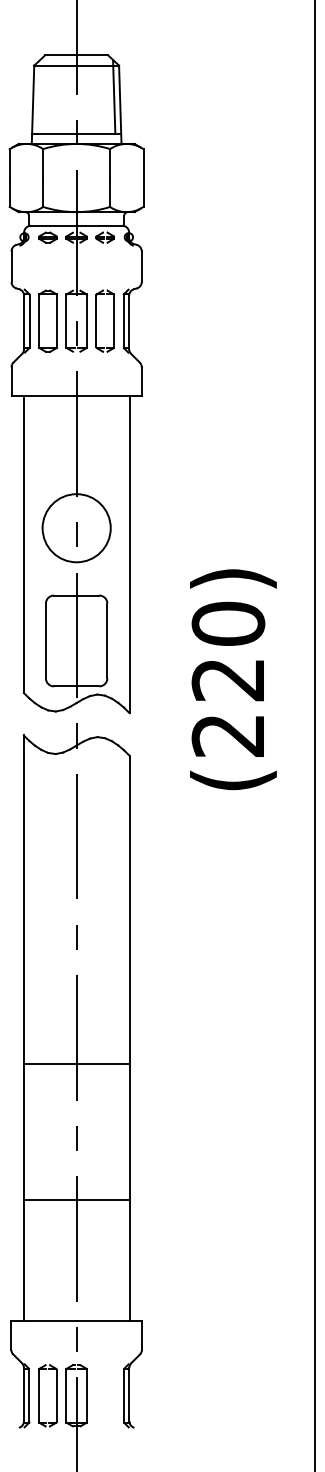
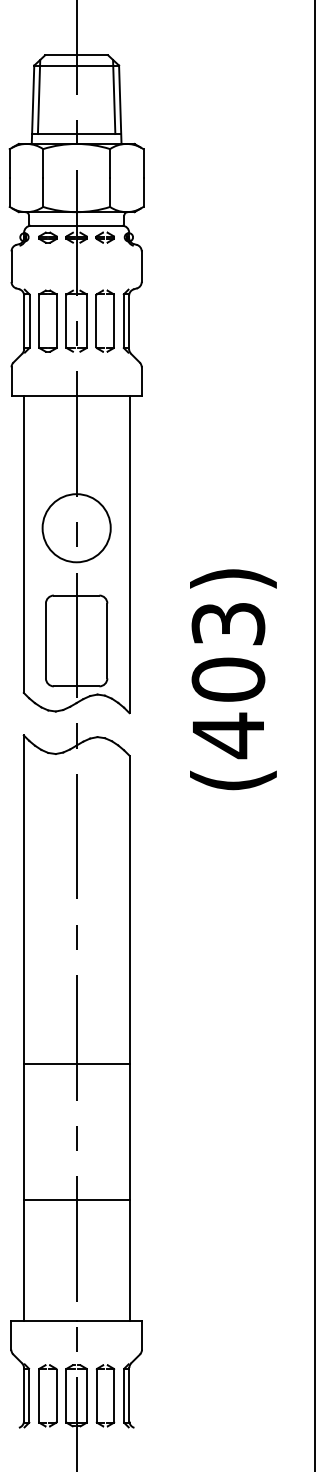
line at (38, 96): none -> present
text at (228, 680): (220) -> (403)
part at (97, 1395): none -> present
